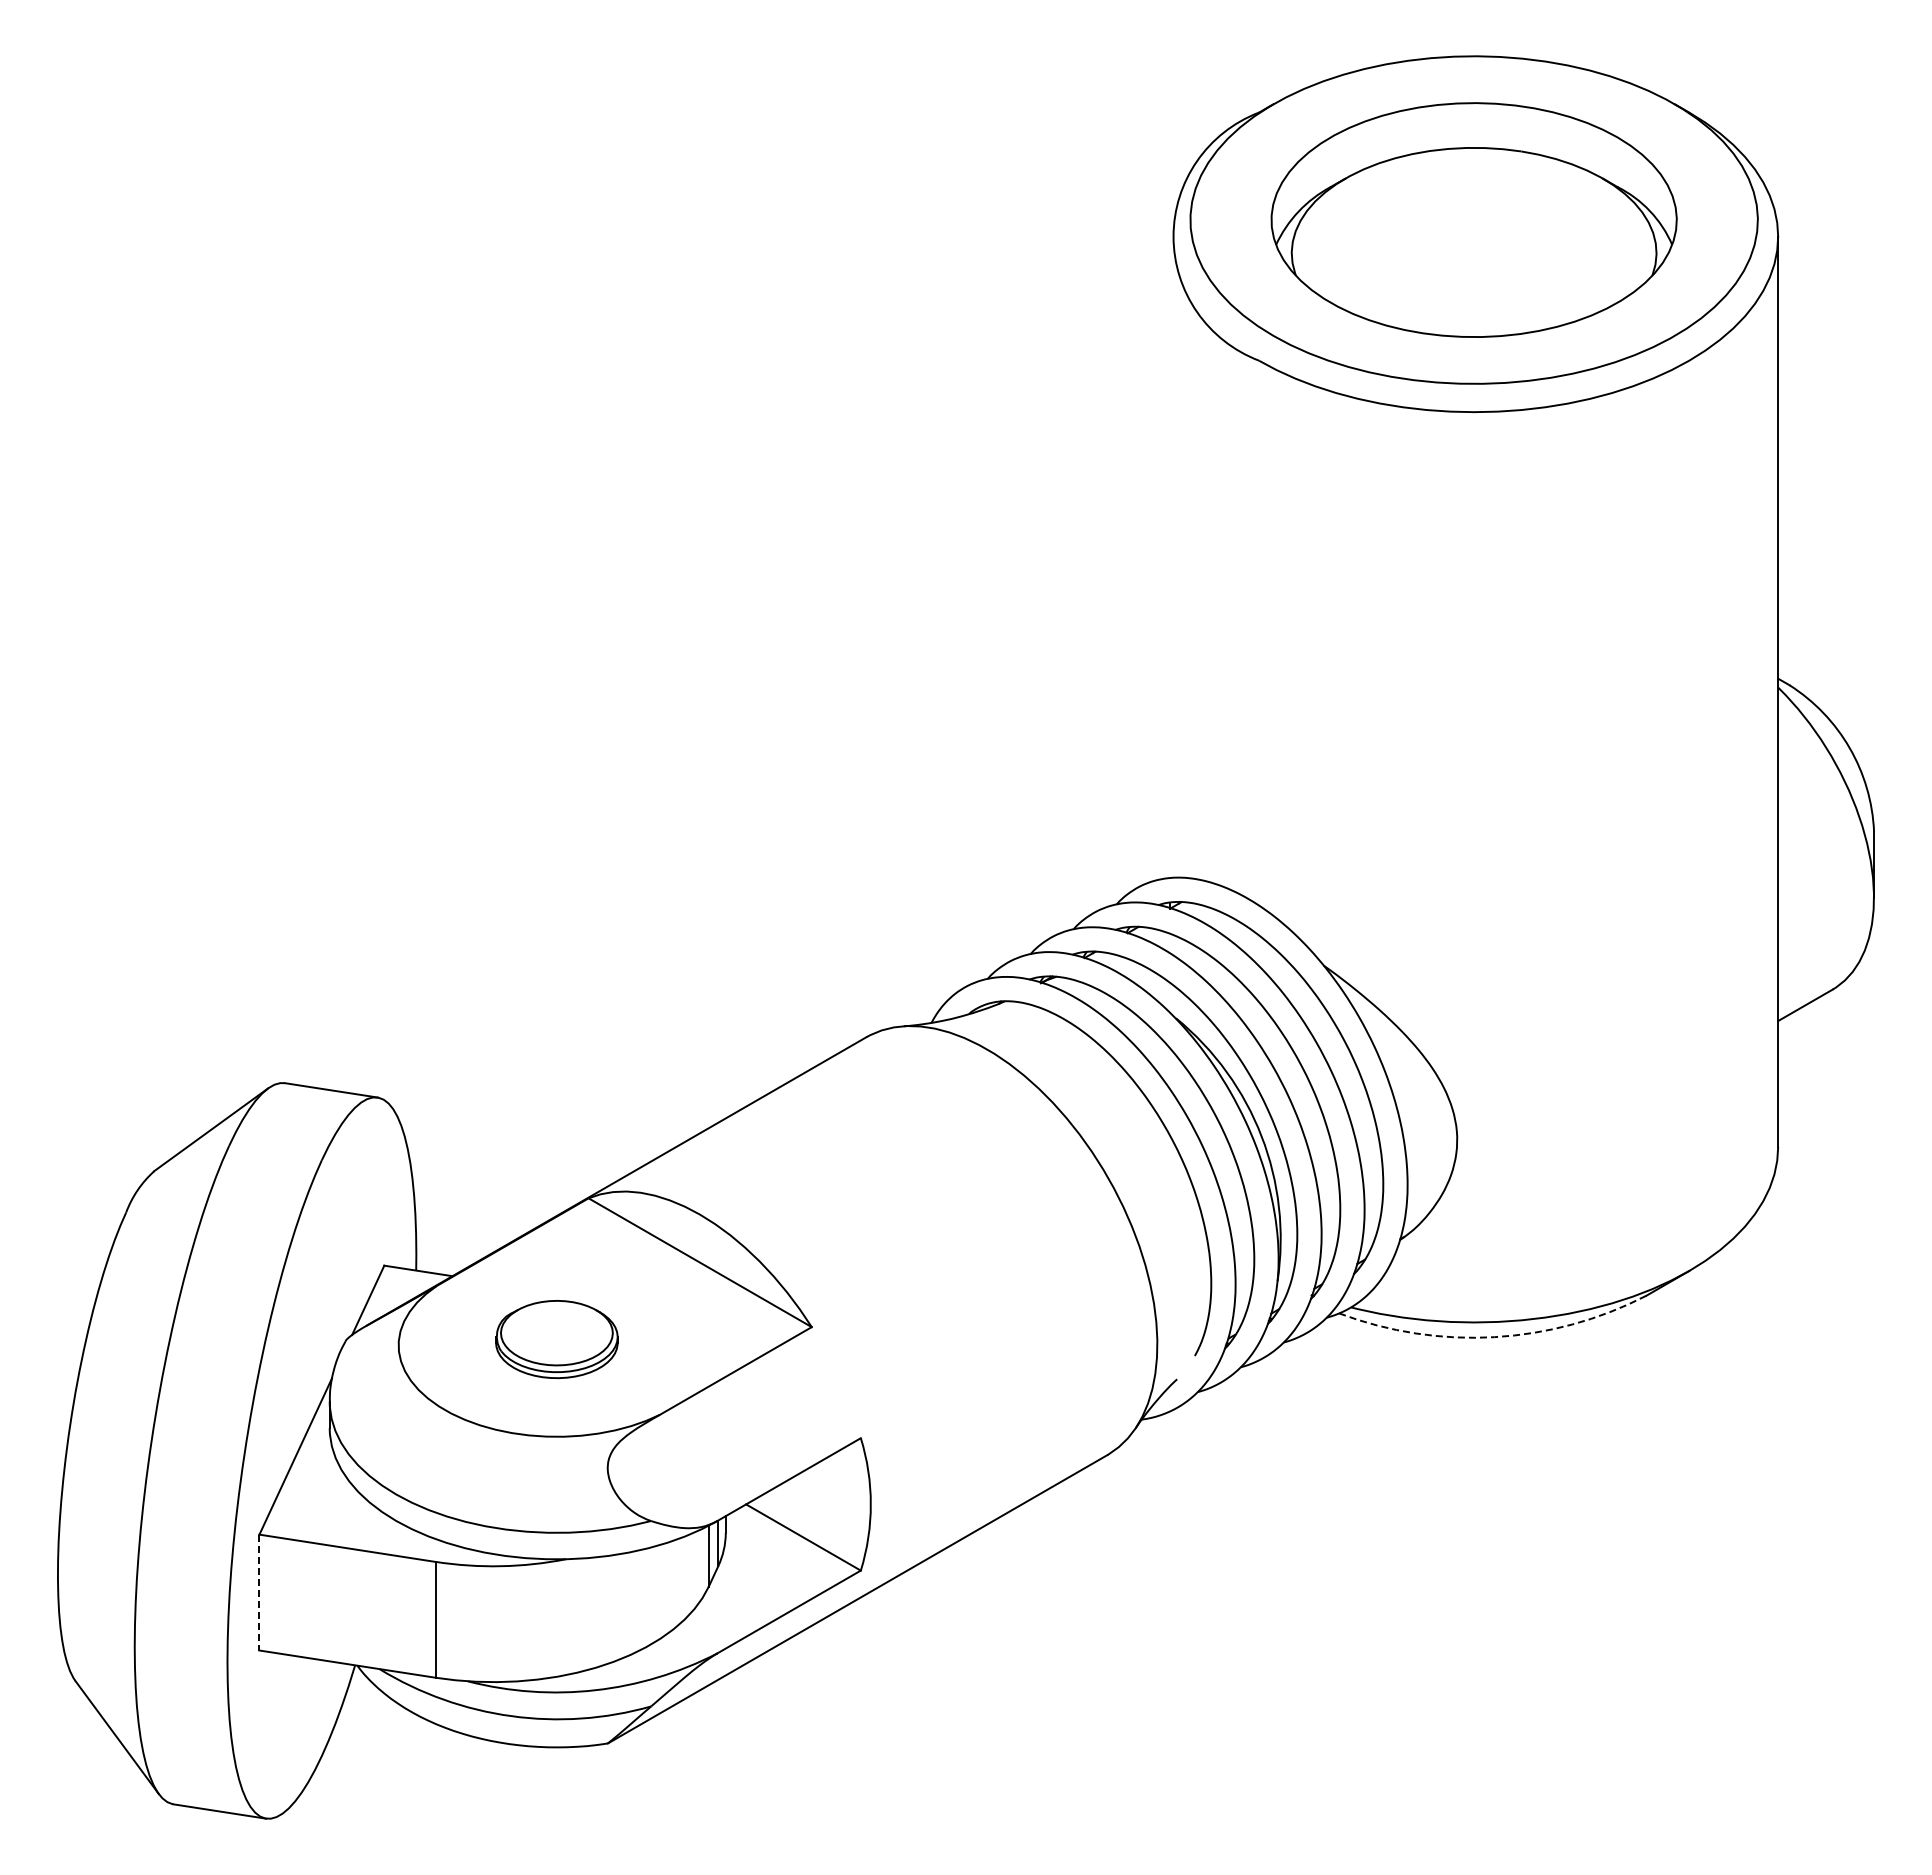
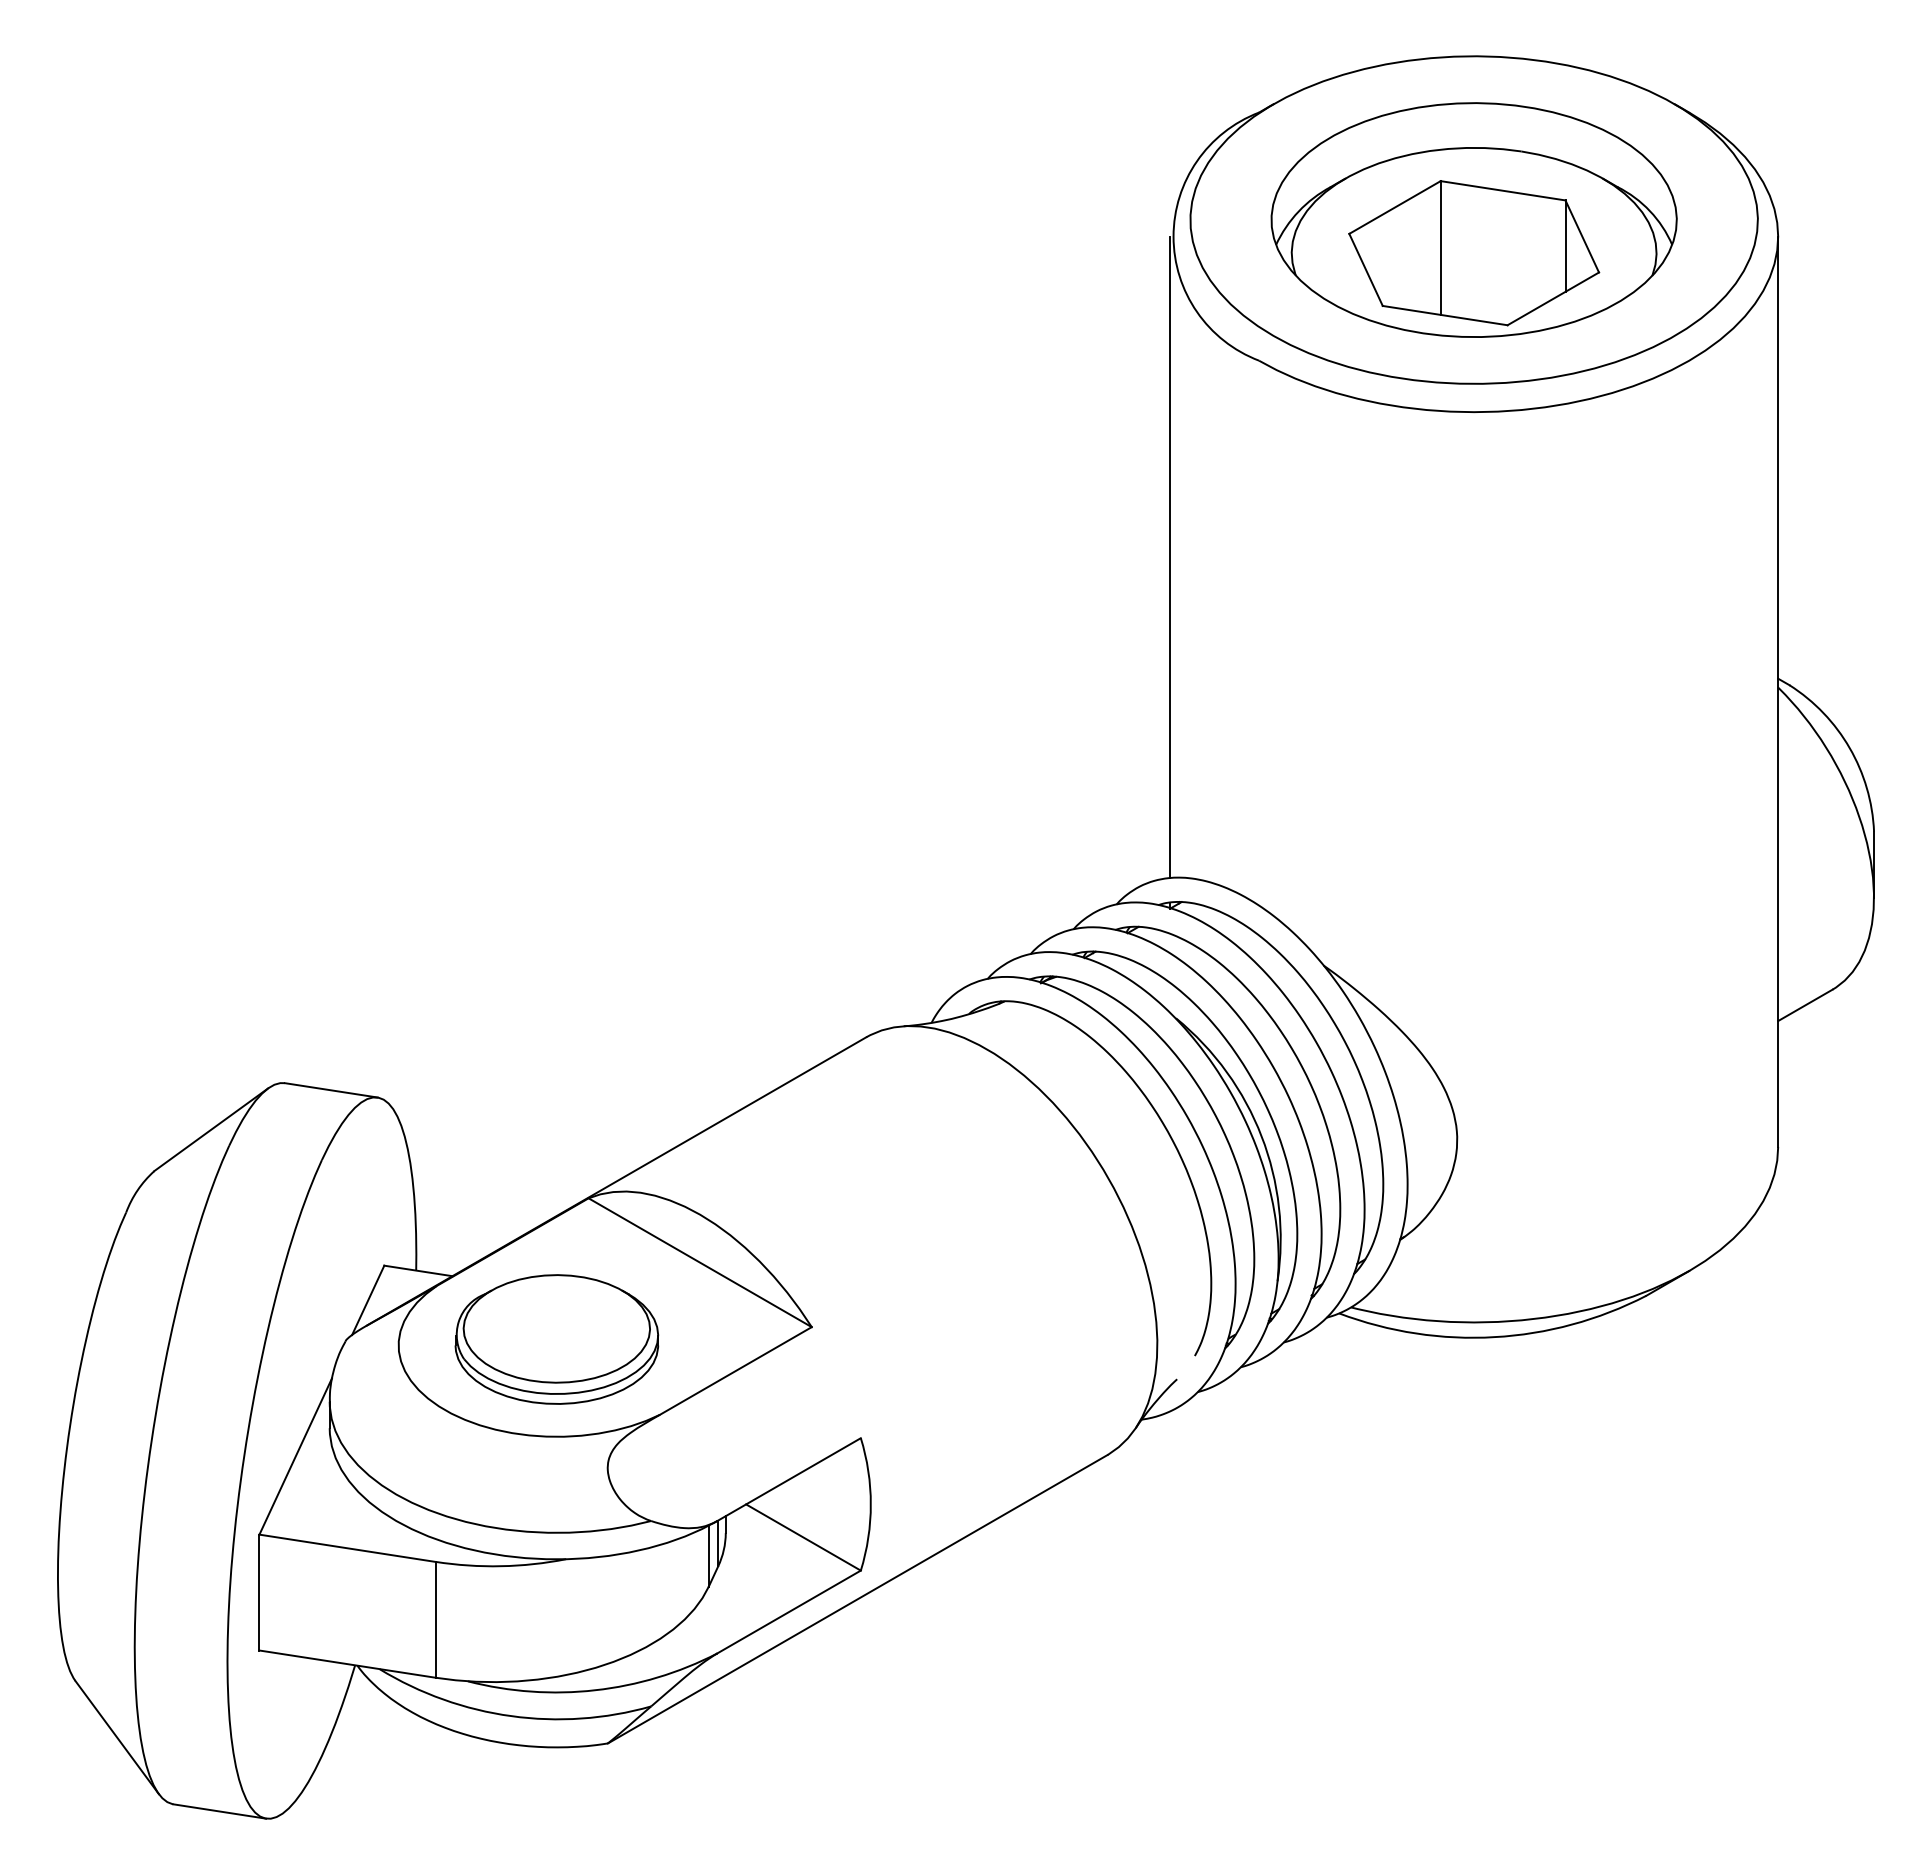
part at (1474, 253): none -> present
line at (1170, 557): none -> present
arc at (1494, 1337): dashed -> solid
part at (556, 1339) size: 124x80 px -> 206x131 px
line at (259, 1592): dashed -> solid
